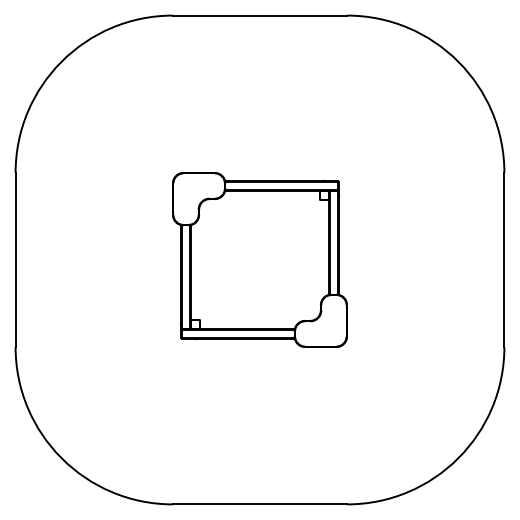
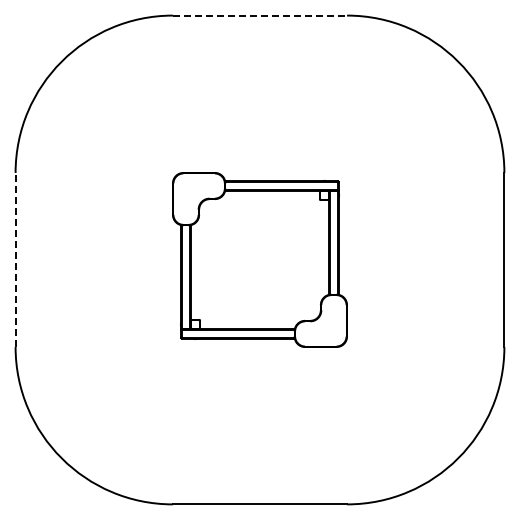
line at (260, 15): solid -> dashed
line at (15, 259): solid -> dashed
